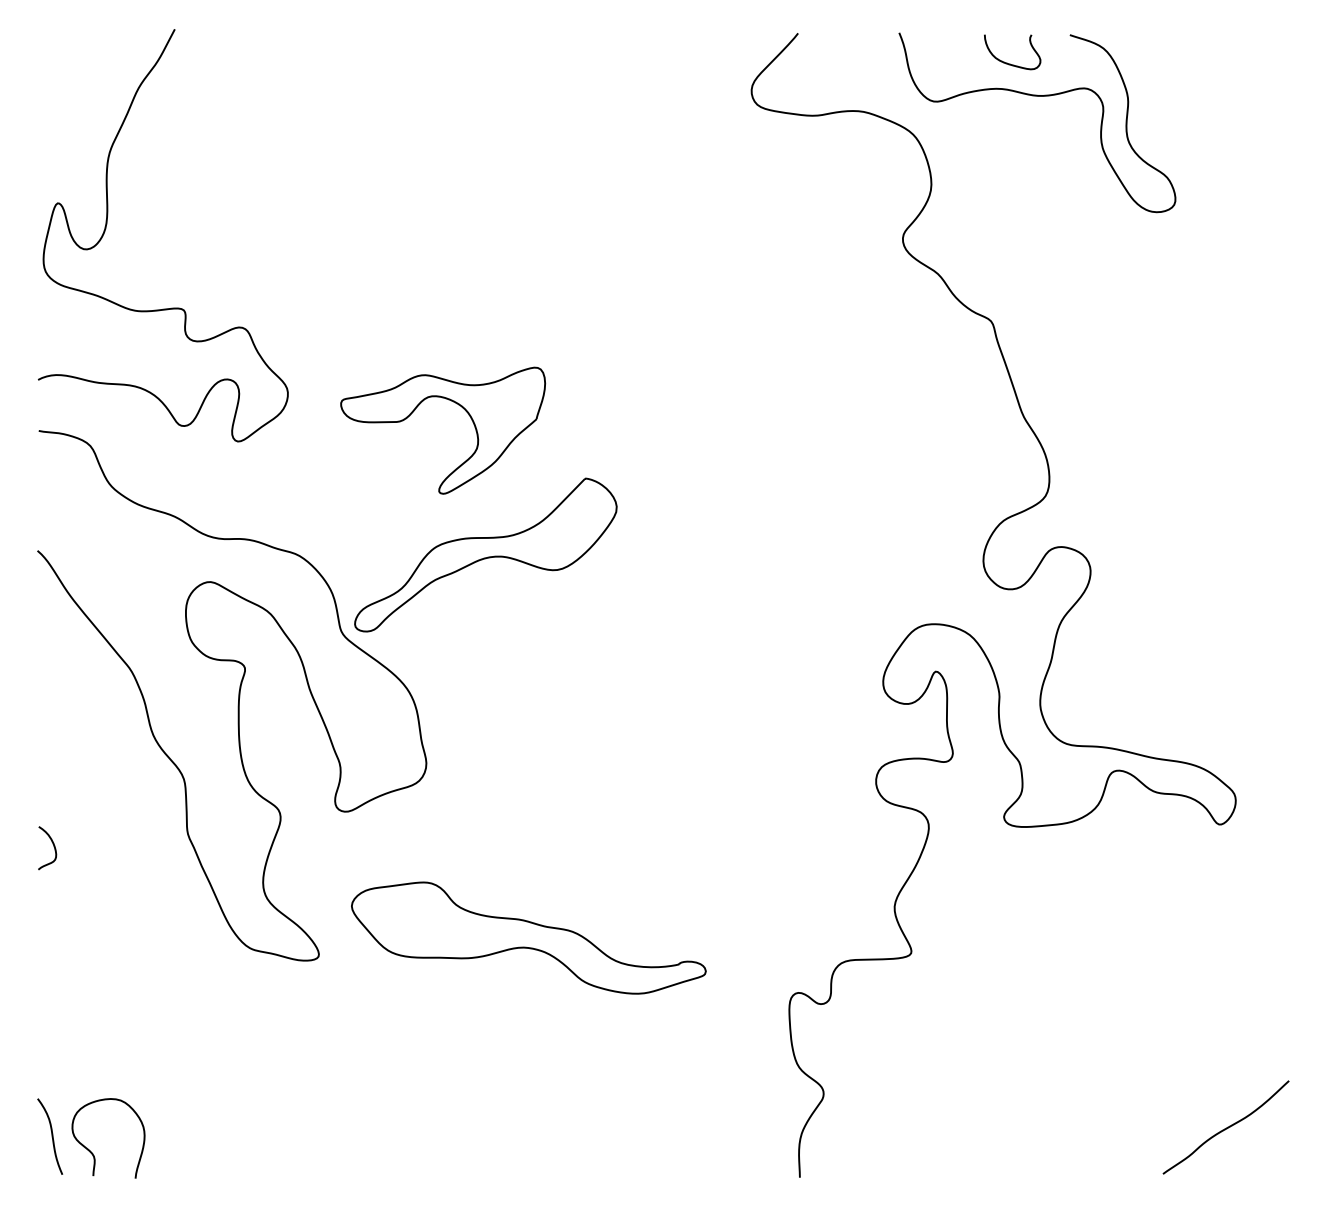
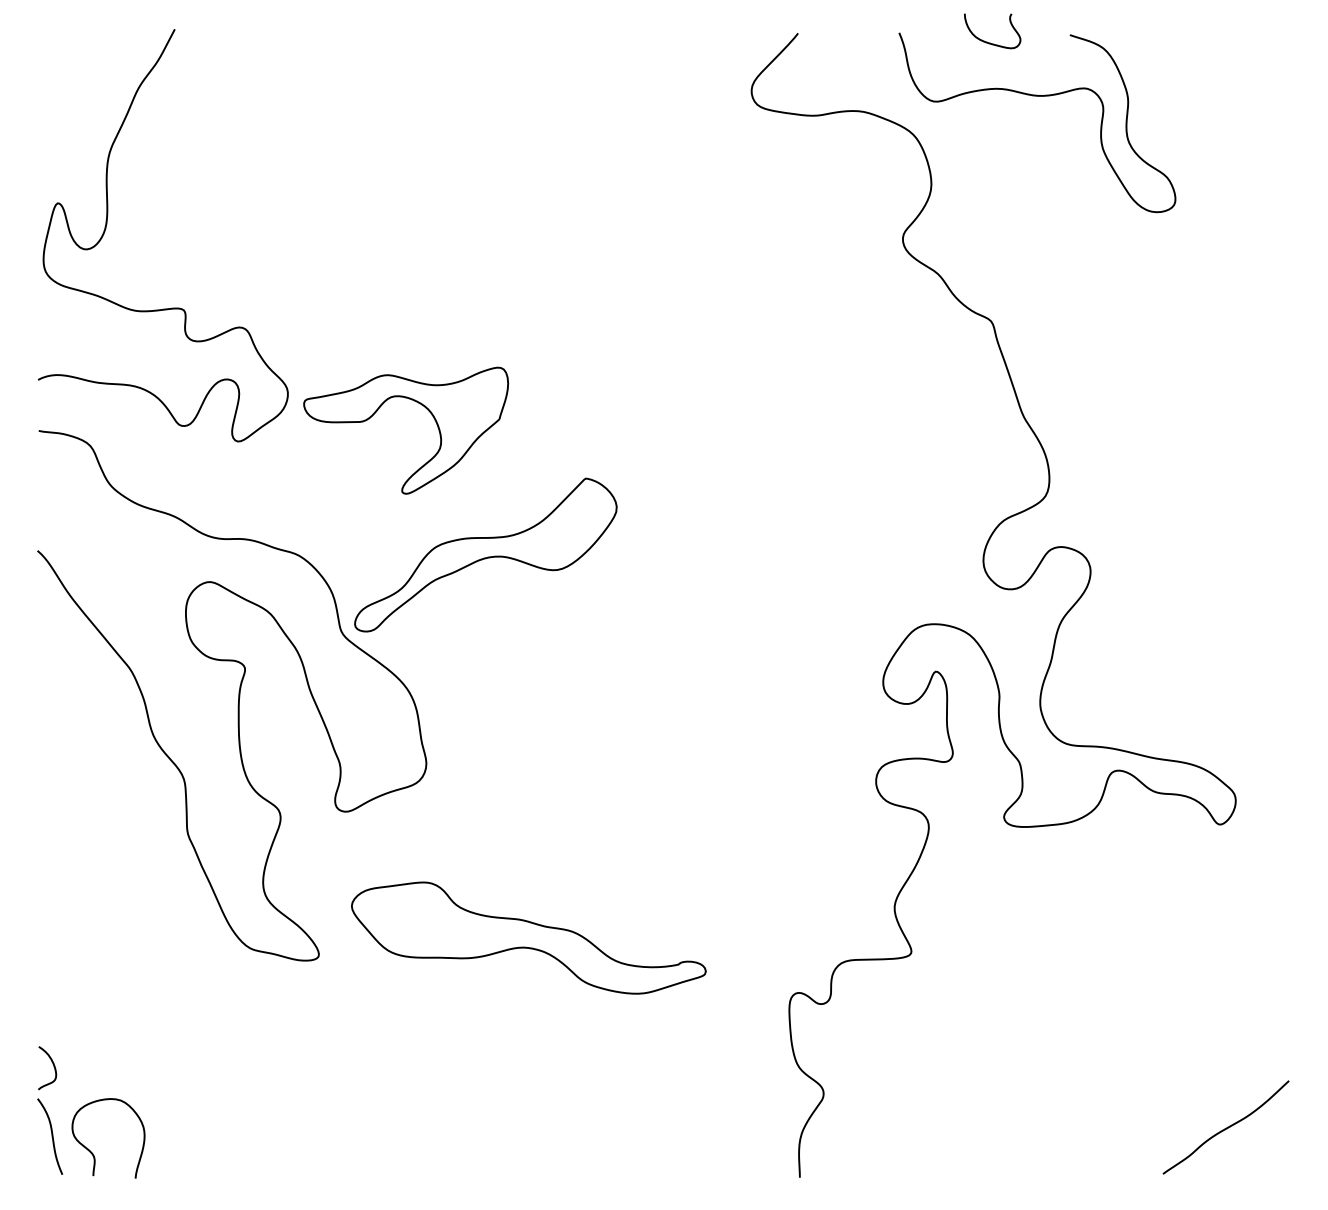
curve at (1007, 62) position: (1007, 62) -> (987, 41)
part at (463, 409) position: (463, 409) -> (426, 409)
curve at (53, 846) position: (53, 846) -> (53, 1066)
